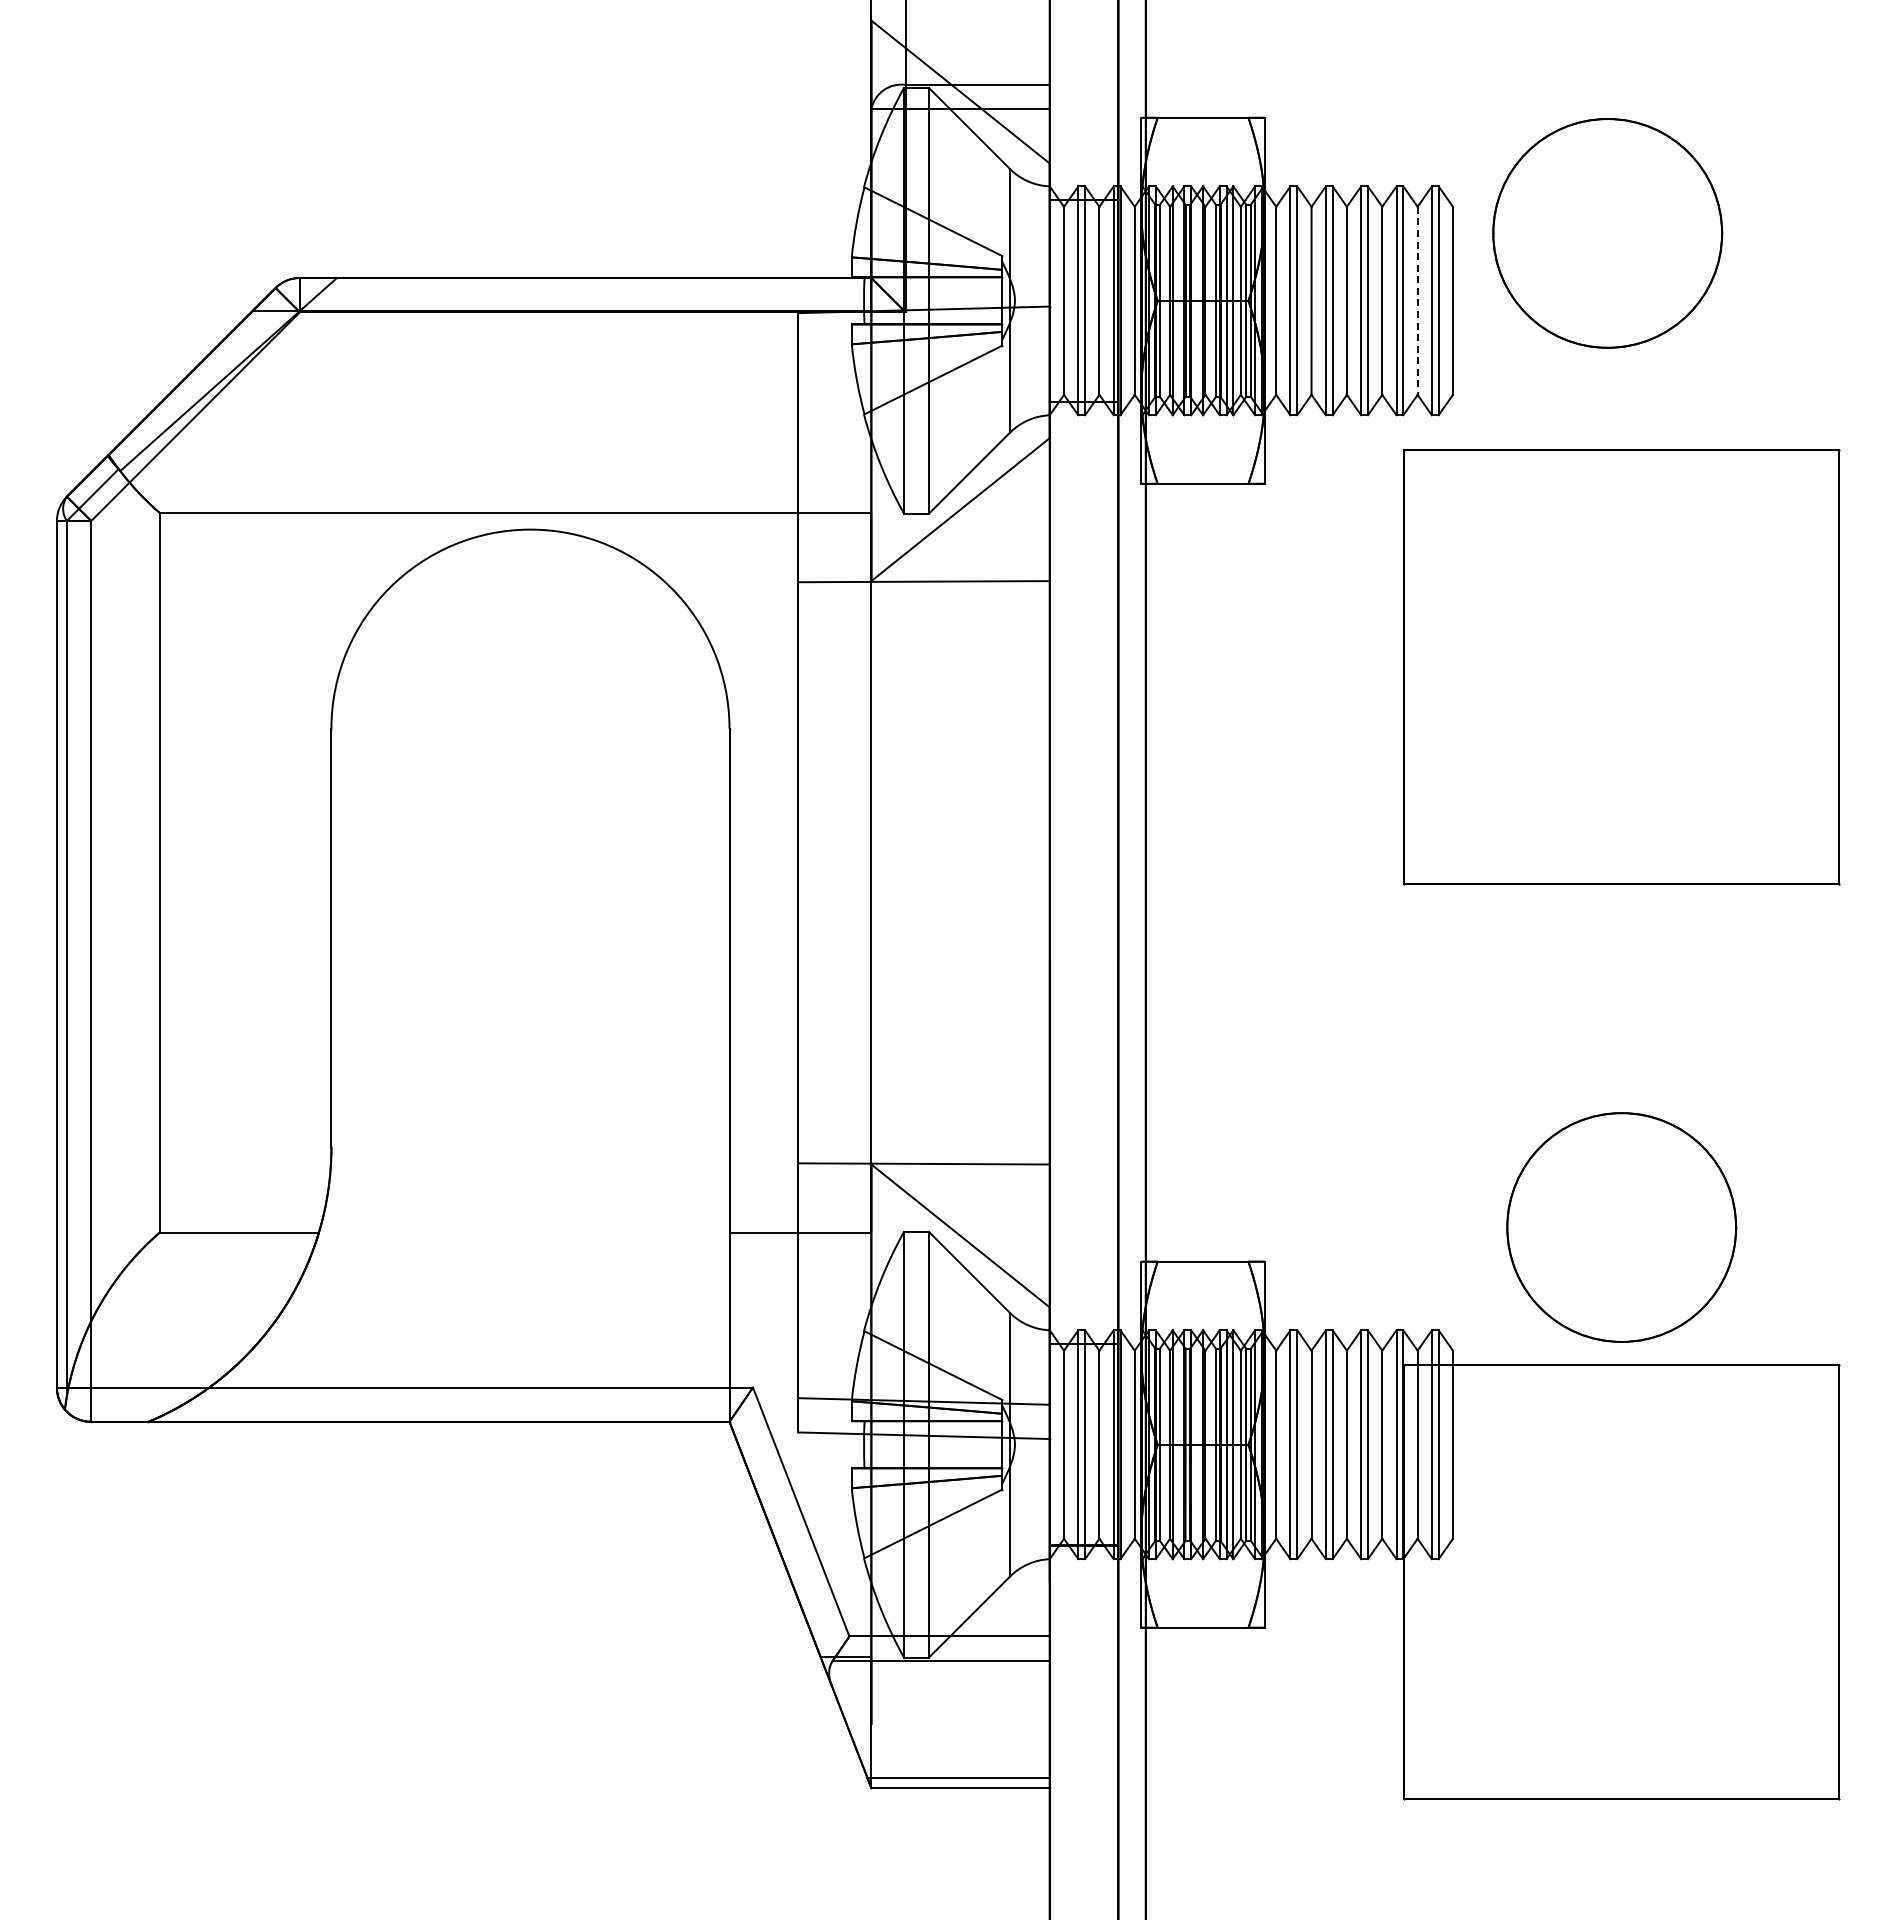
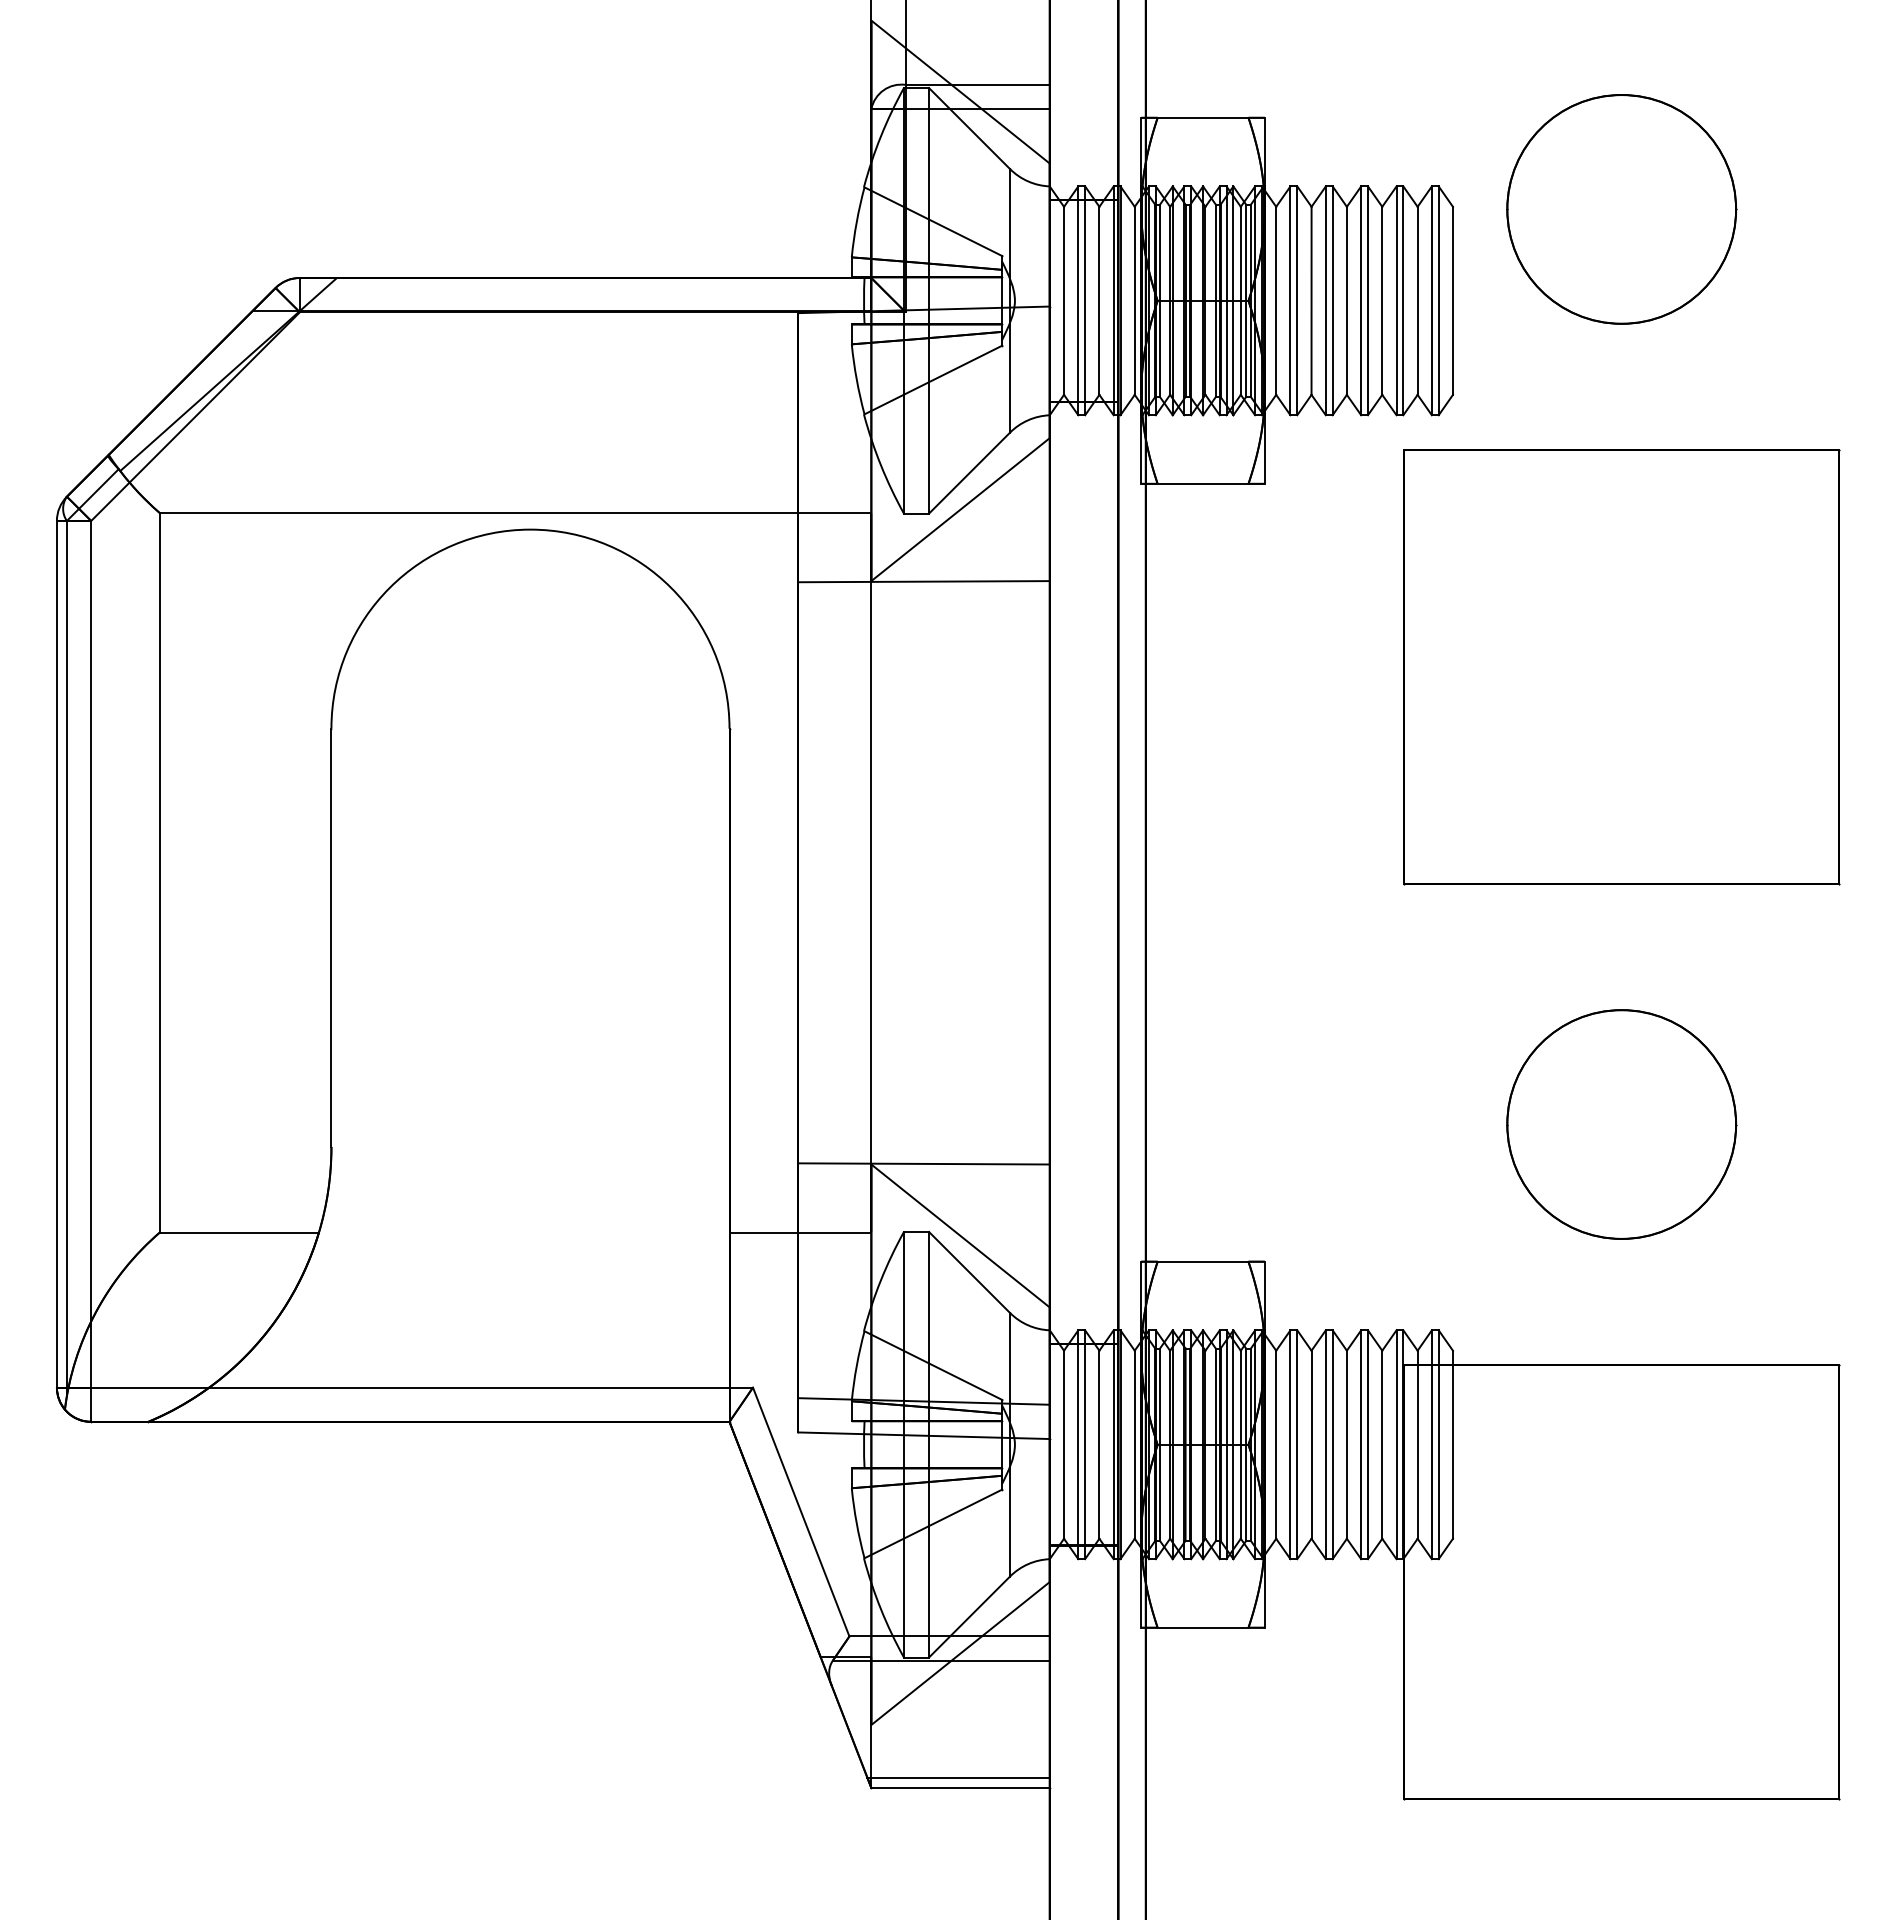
part at (1607, 233) position: (1607, 233) -> (1621, 209)
line at (1417, 301): dashed -> solid
part at (1621, 1227) position: (1621, 1227) -> (1621, 1124)
line at (960, 1653): none -> present
